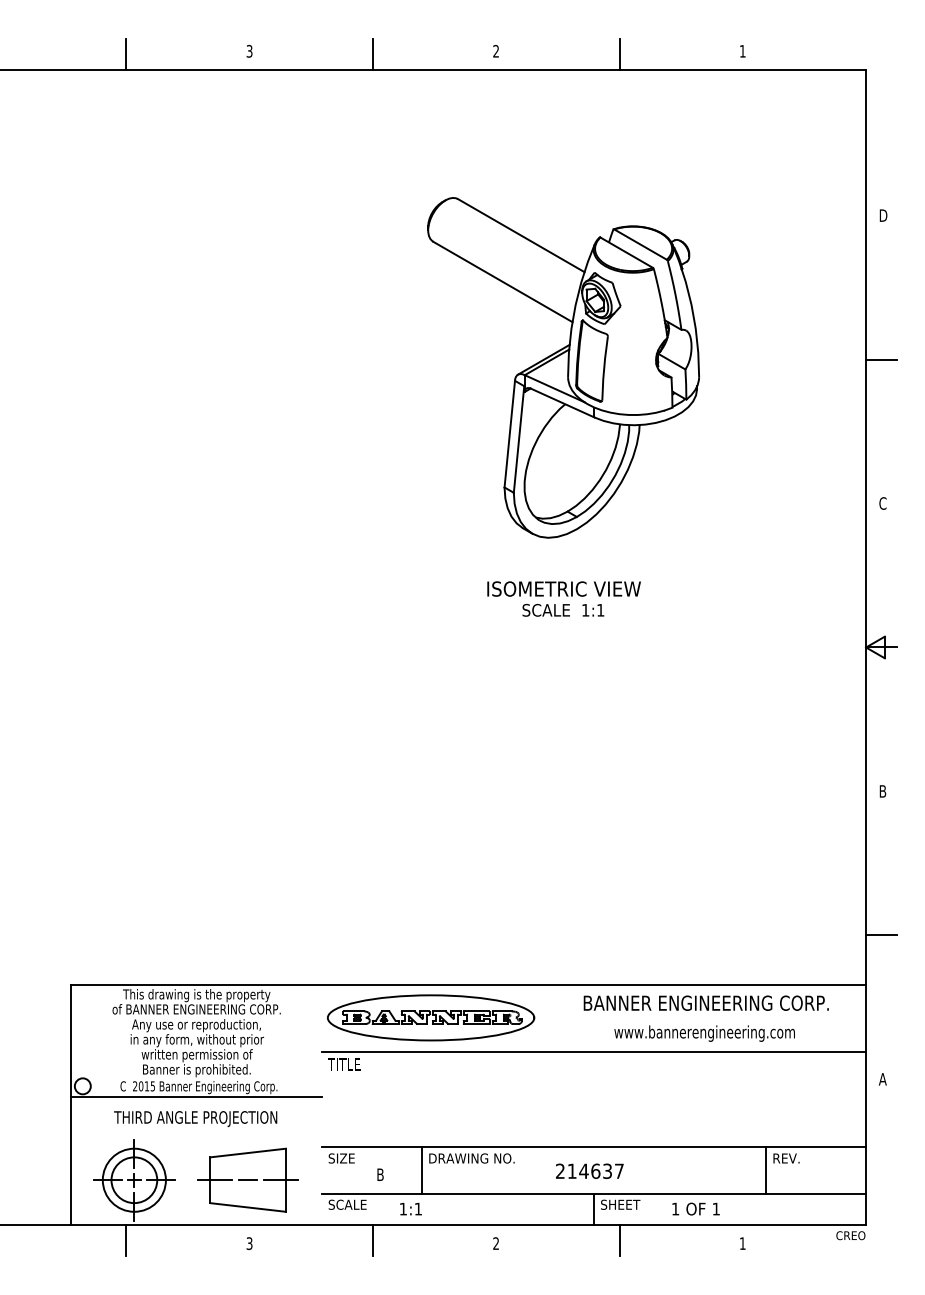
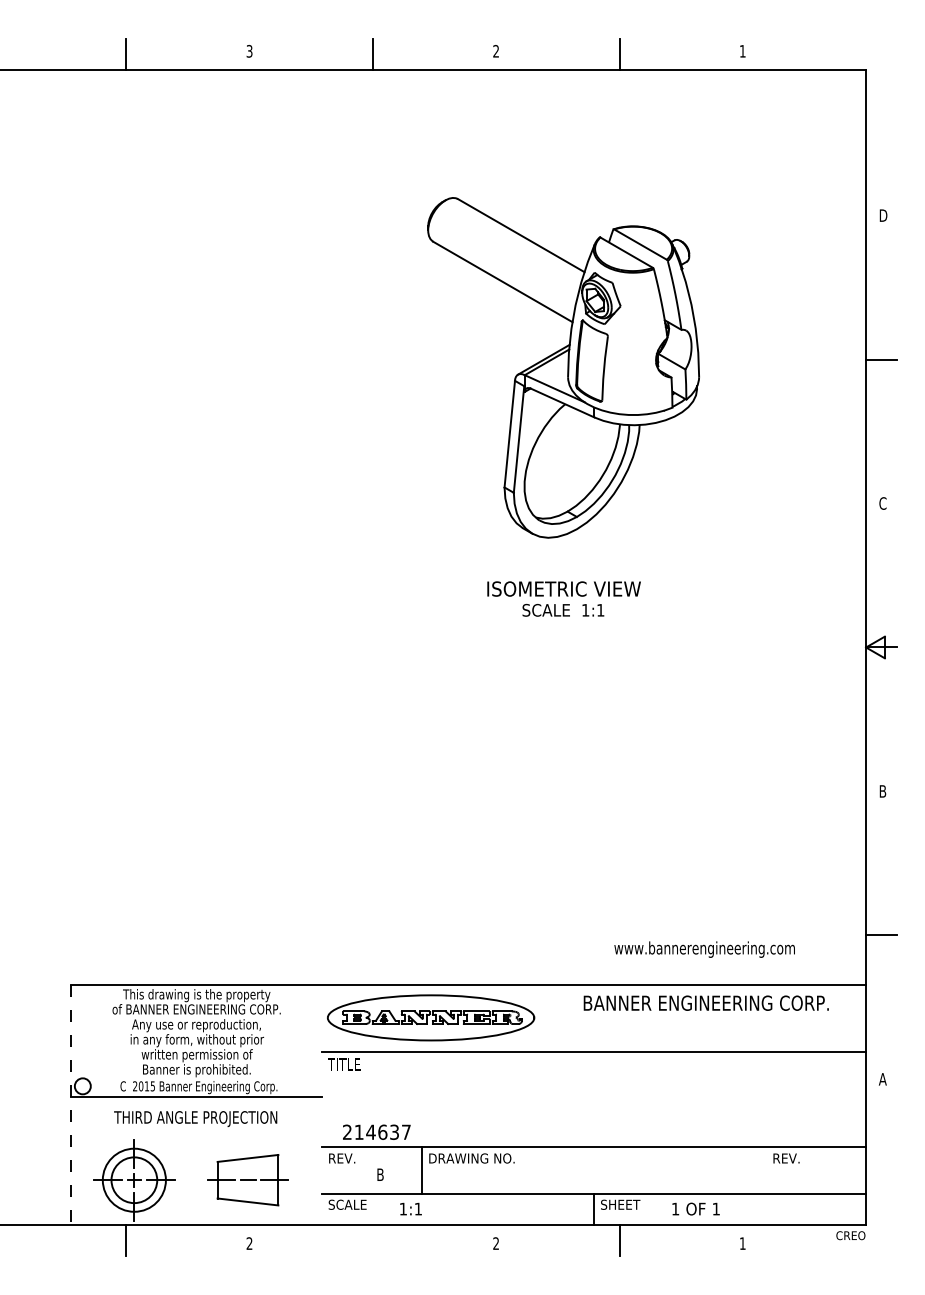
text at (704, 1033) position: (704, 1033) -> (704, 949)
line at (71, 1105): solid -> dashed
text at (341, 1158): SIZE -> REV.
text at (589, 1170) position: (589, 1170) -> (376, 1131)
line at (765, 1170): present -> none
part at (247, 1179) size: 102x66 px -> 82x53 px
line at (372, 1240): present -> none
text at (249, 1244): 3 -> 2
